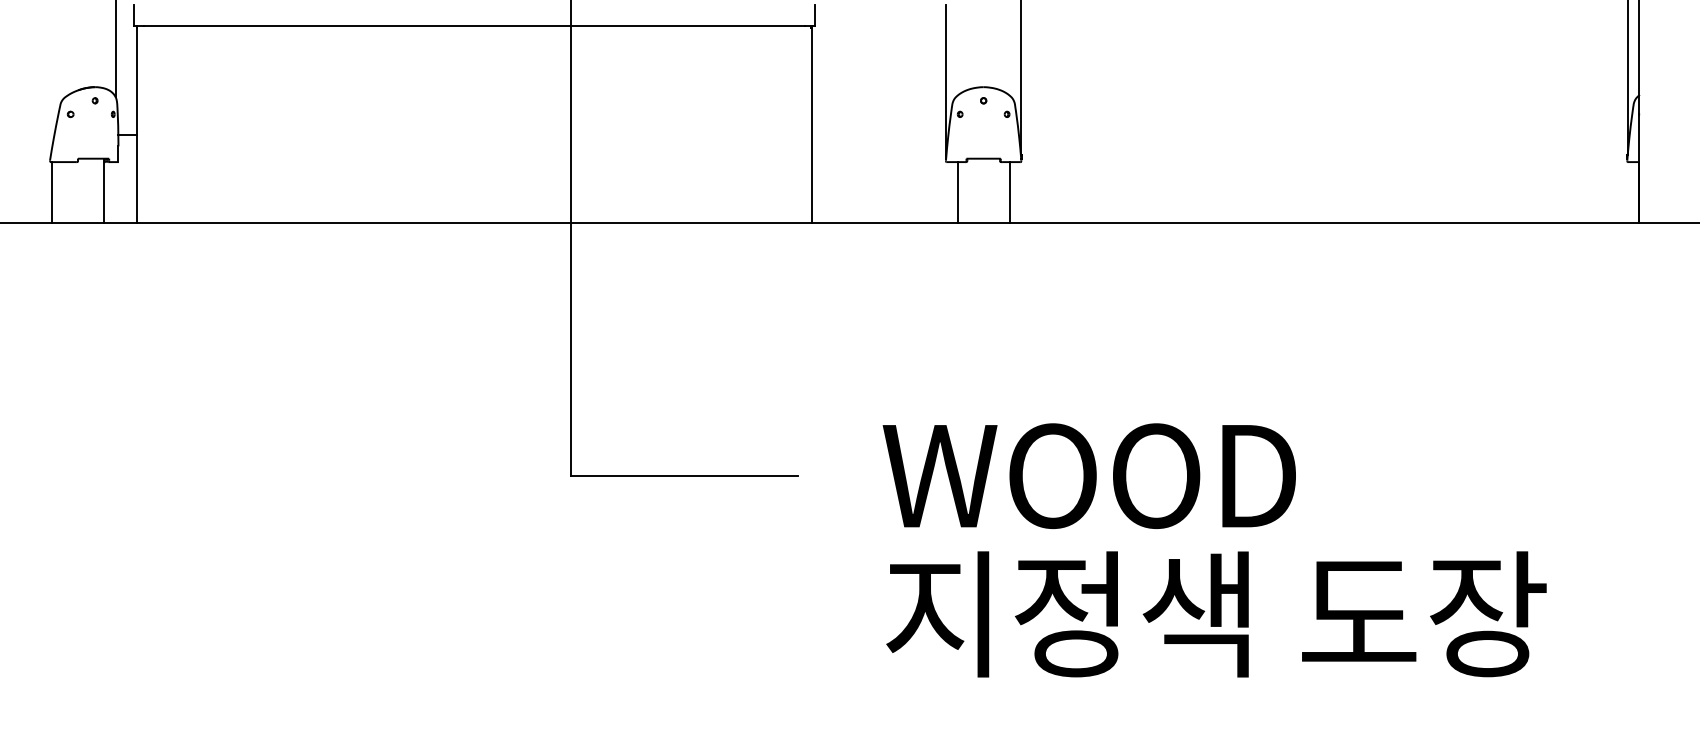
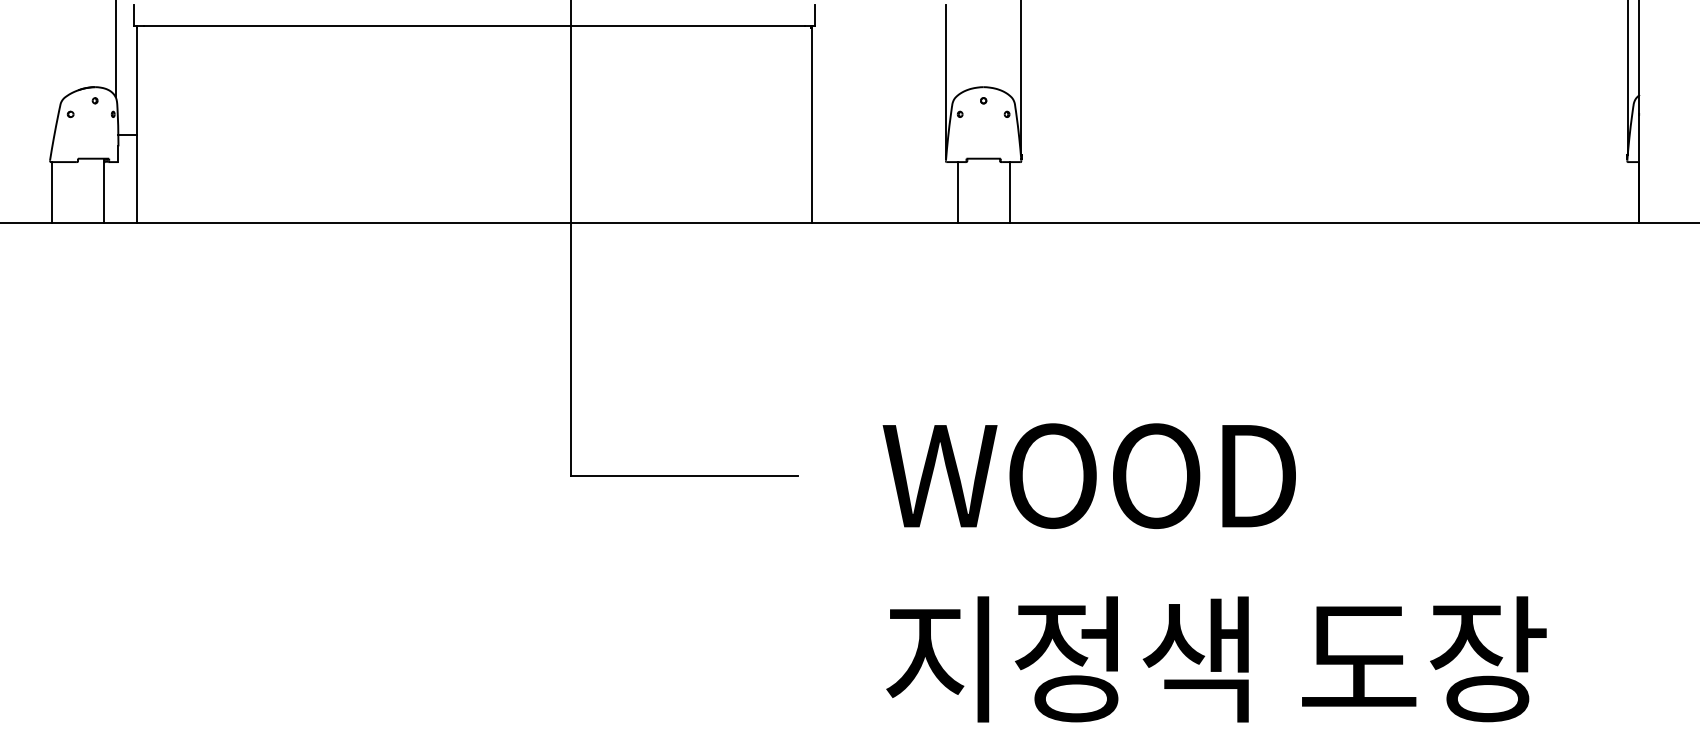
text at (1216, 614) position: (1216, 614) -> (1216, 659)
